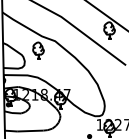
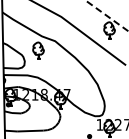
line at (107, 16): solid -> dashed
